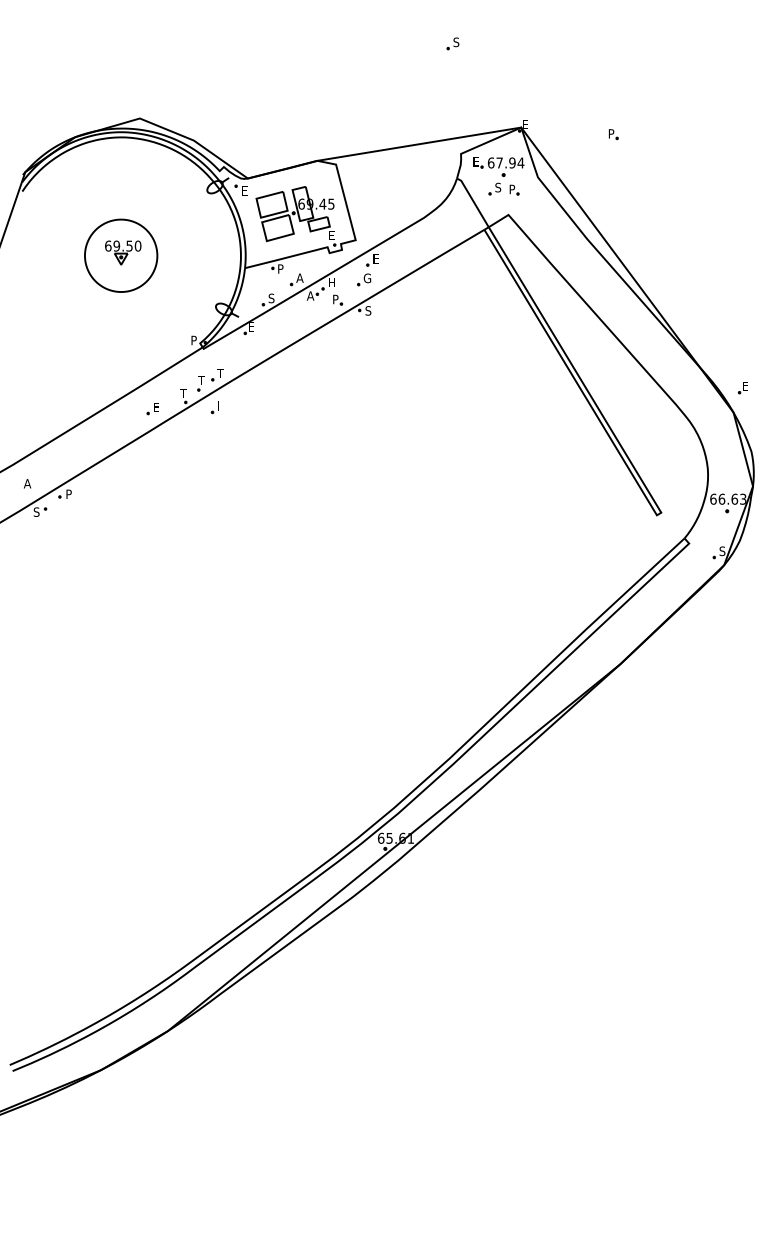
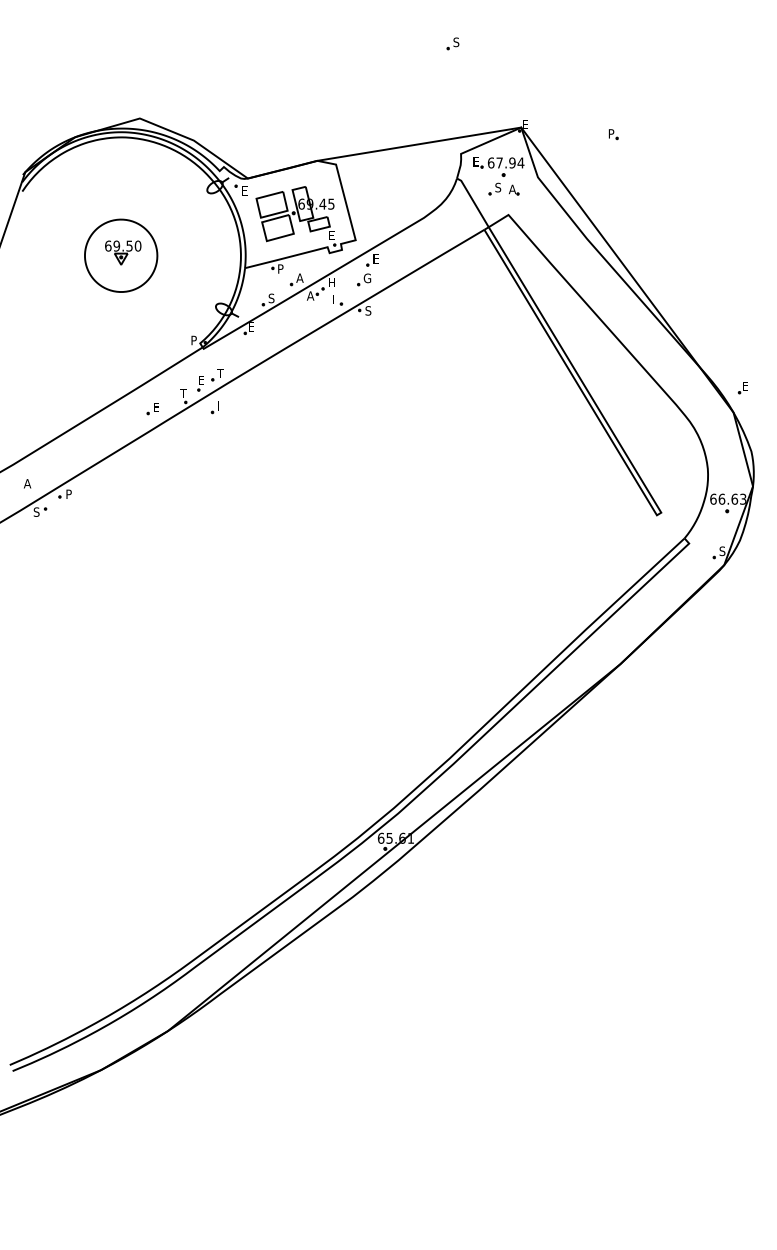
text at (511, 189): P -> A
text at (335, 299): P -> I
text at (201, 380): T -> E
